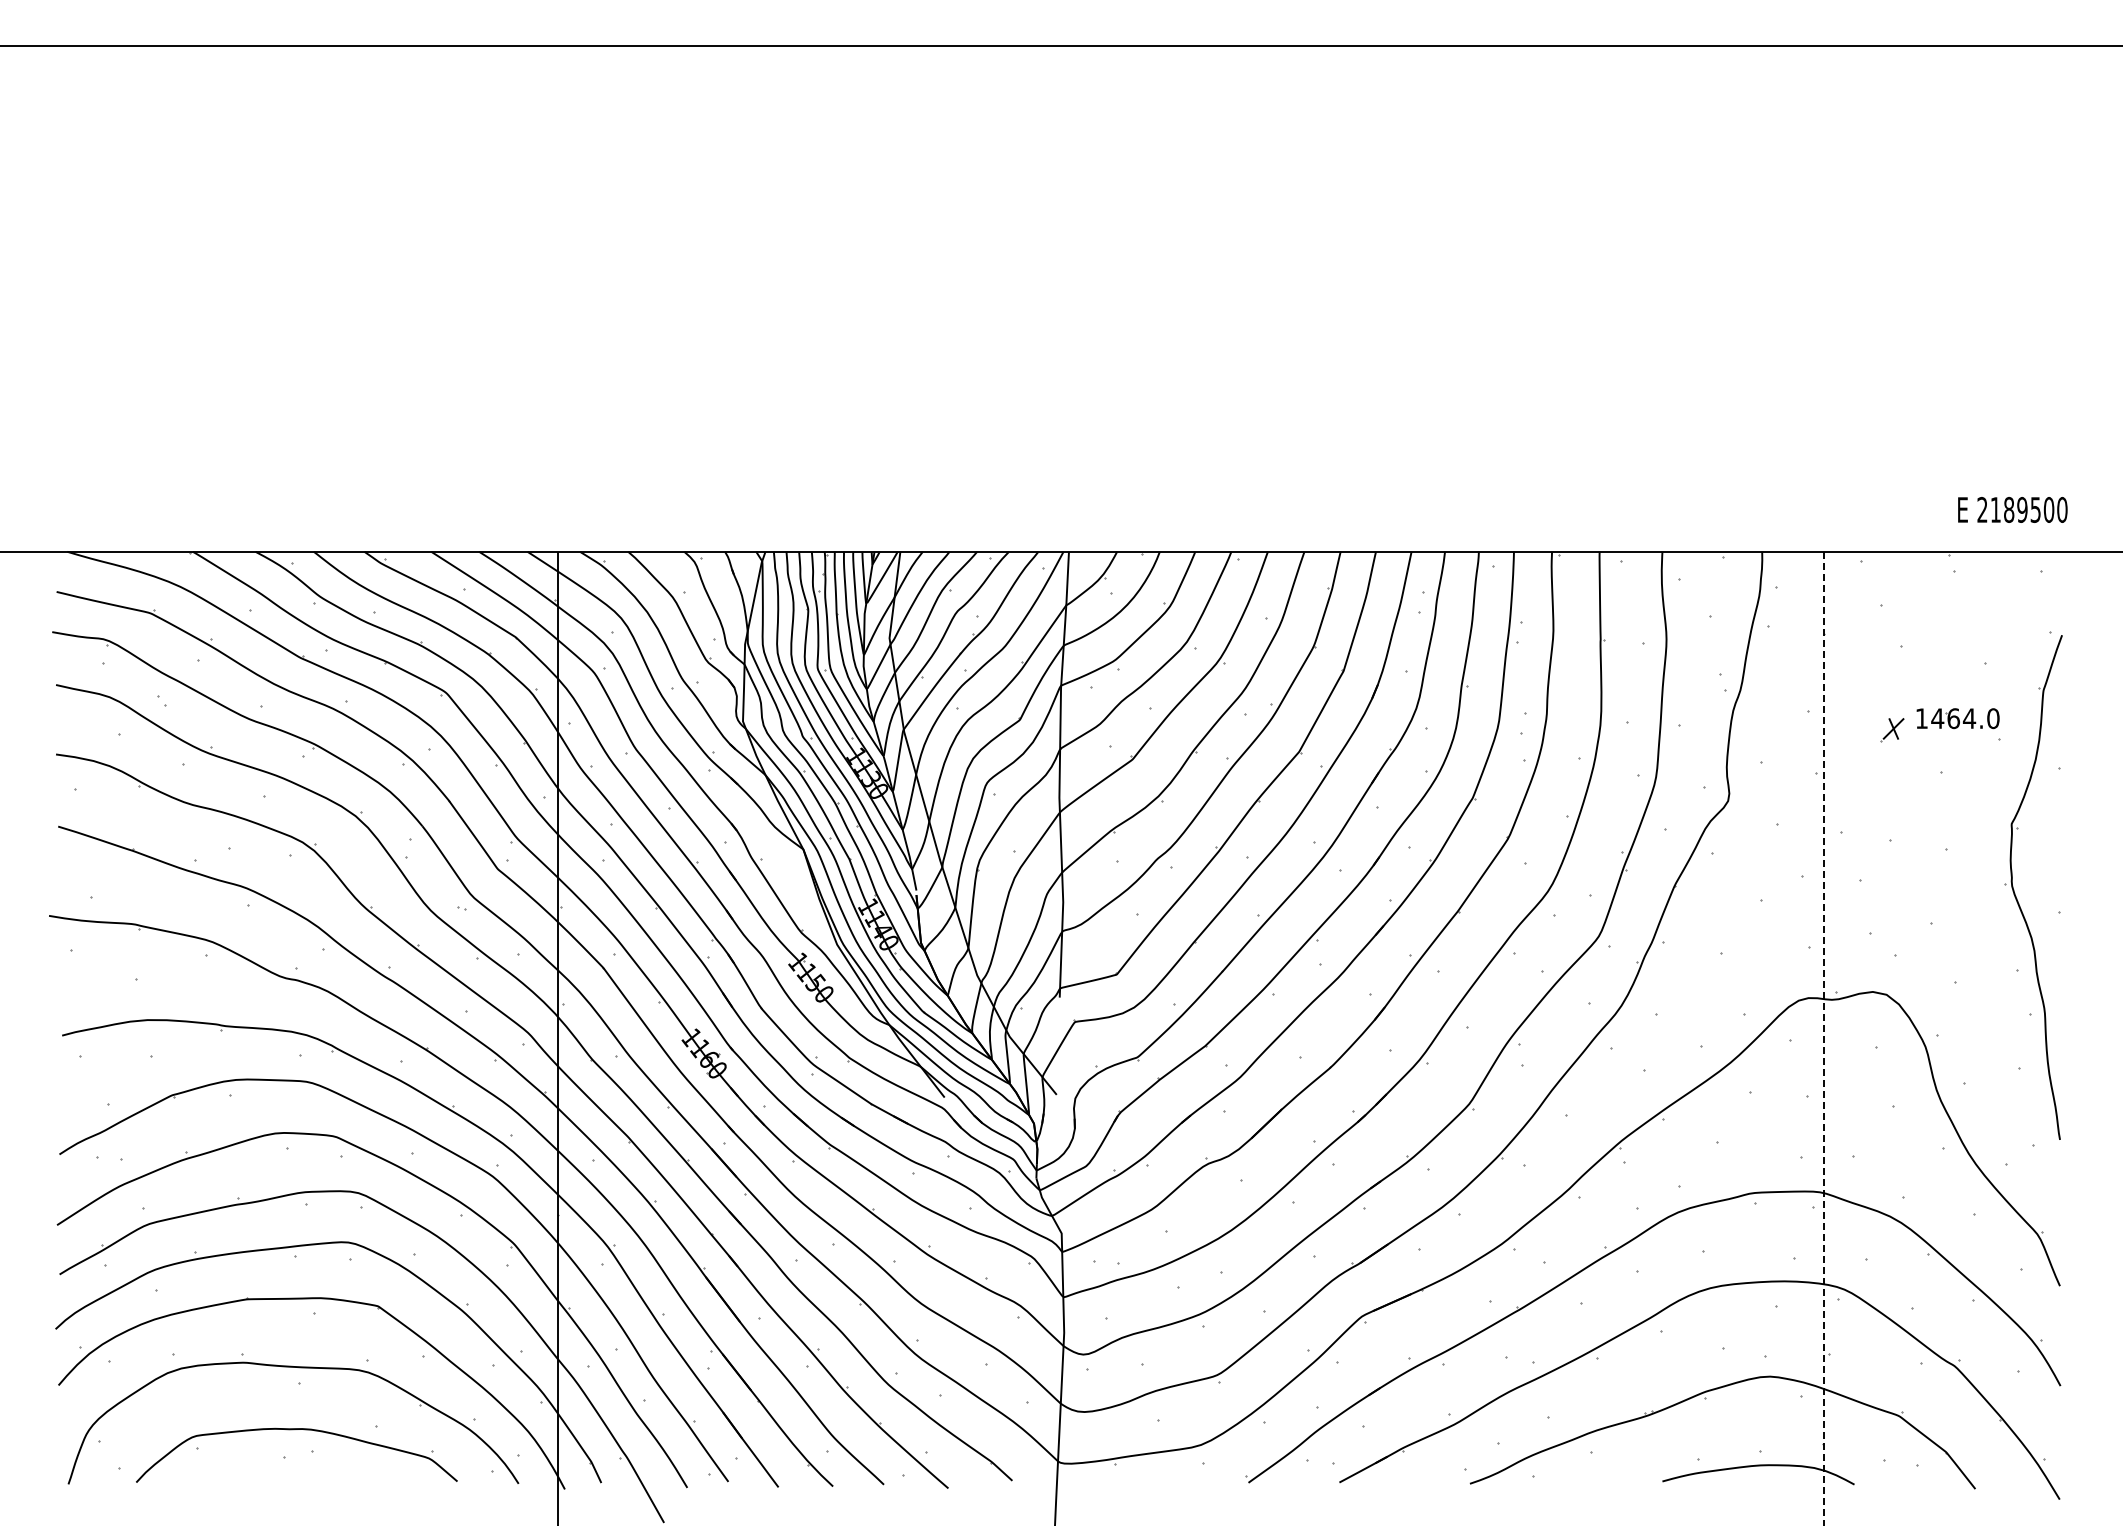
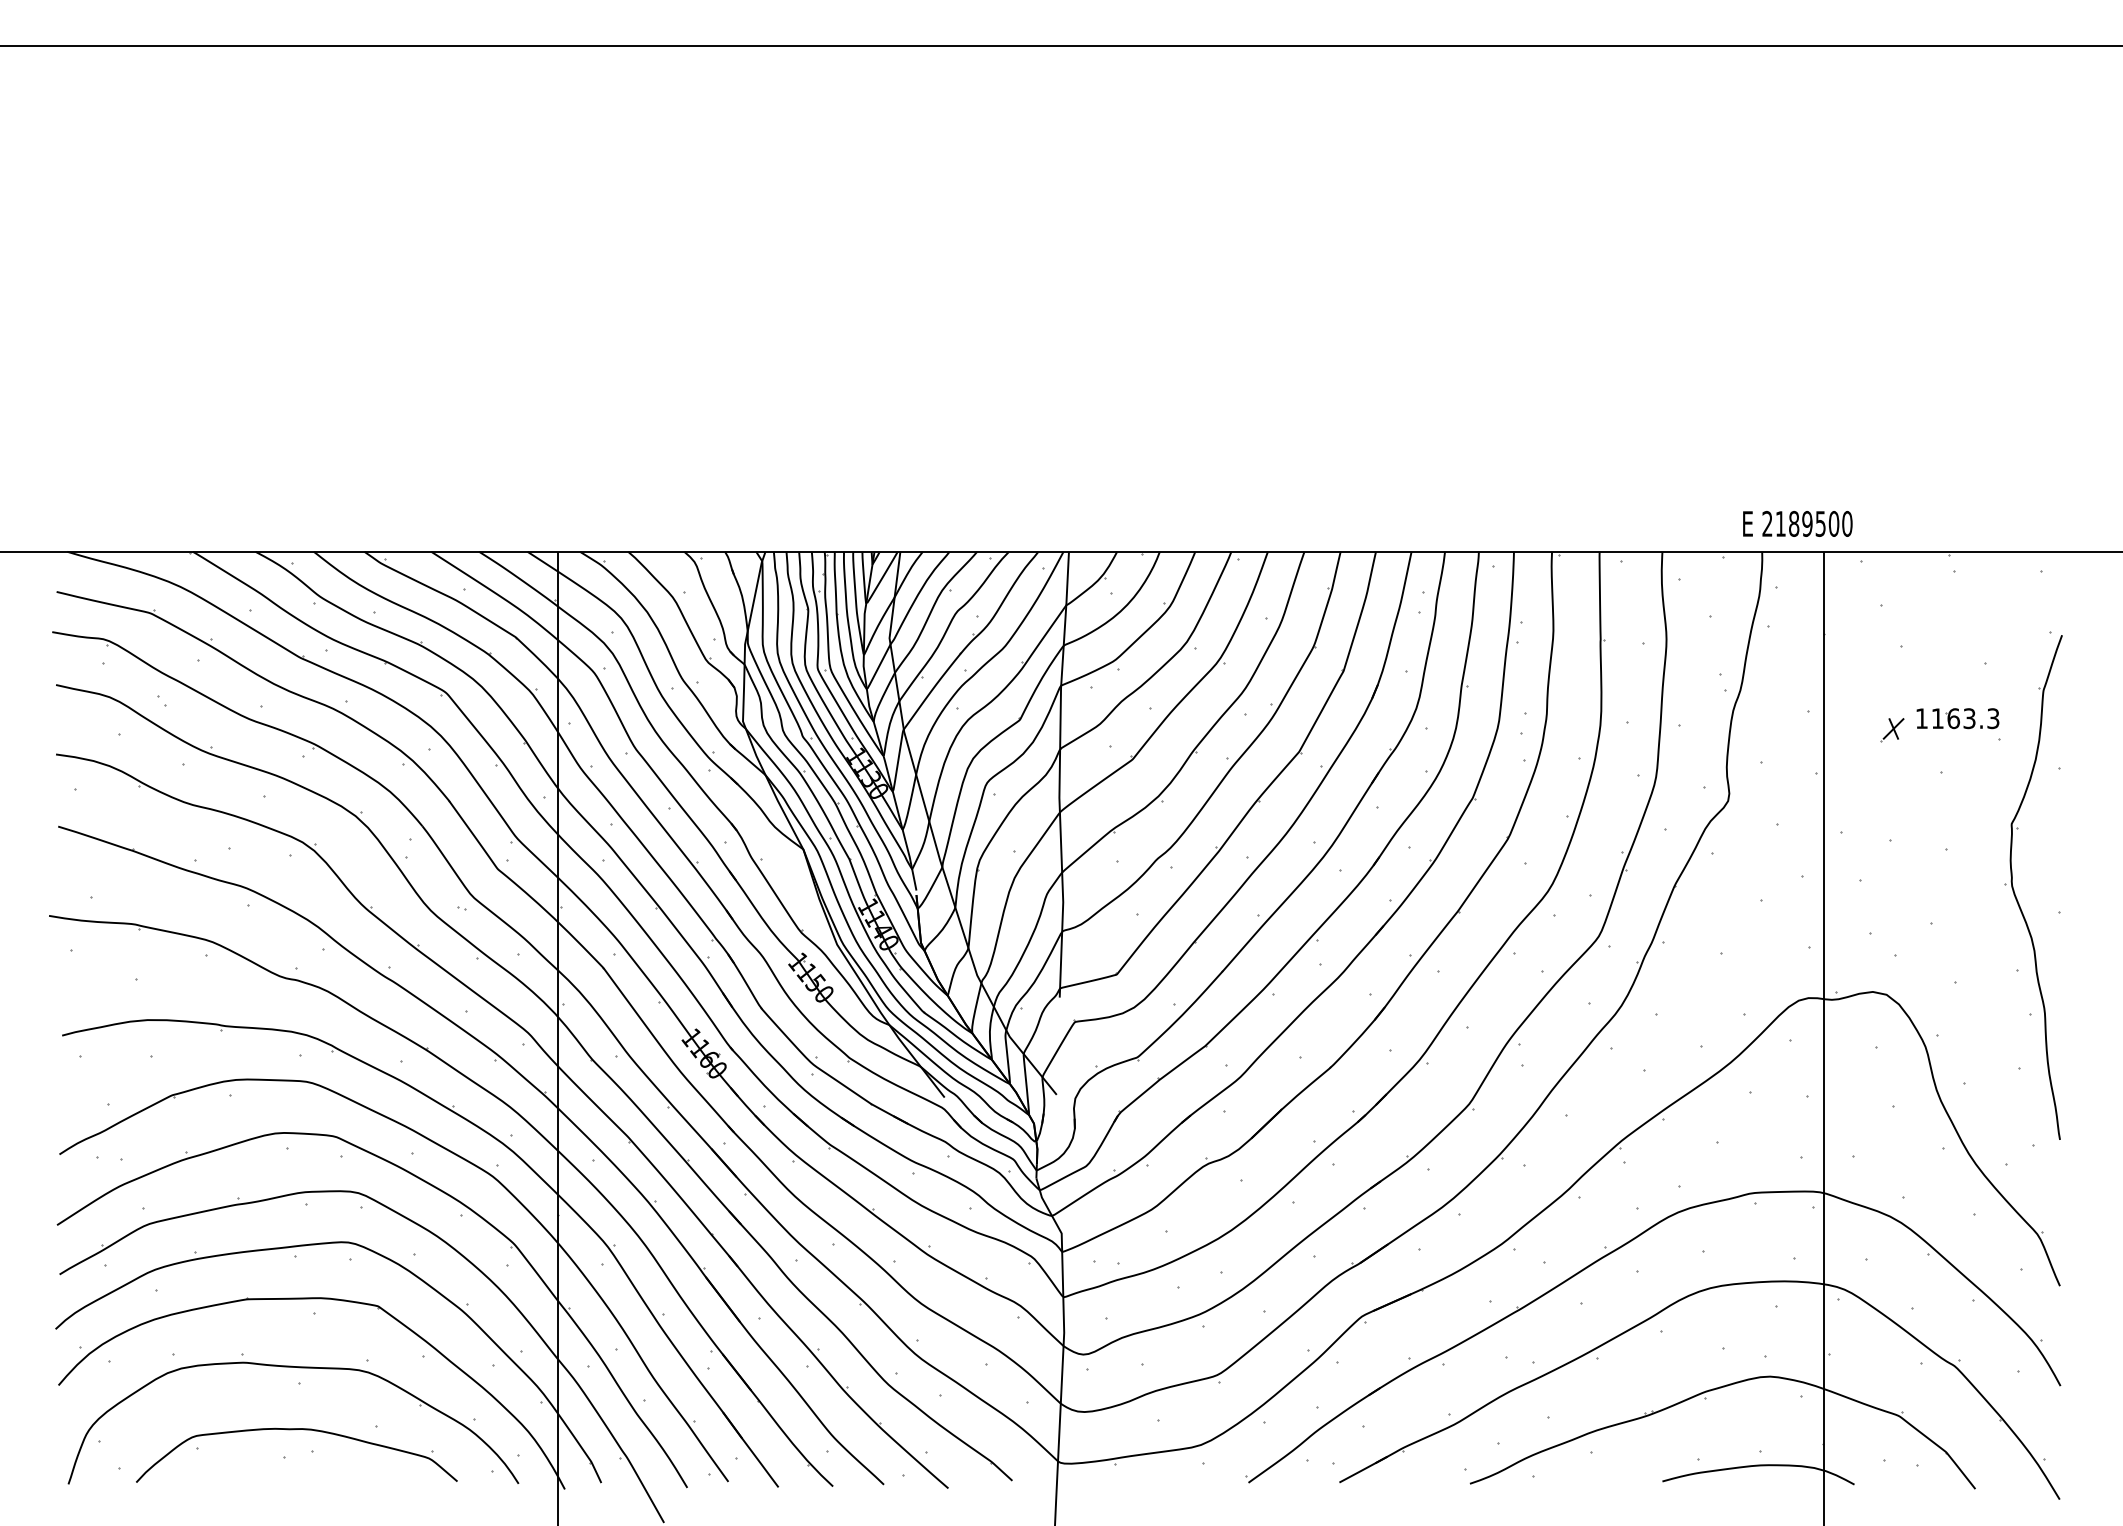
text at (2012, 509) position: (2012, 509) -> (1797, 523)
text at (1965, 718): 1464.0 -> 1163.3
line at (1823, 1039): dashed -> solid
